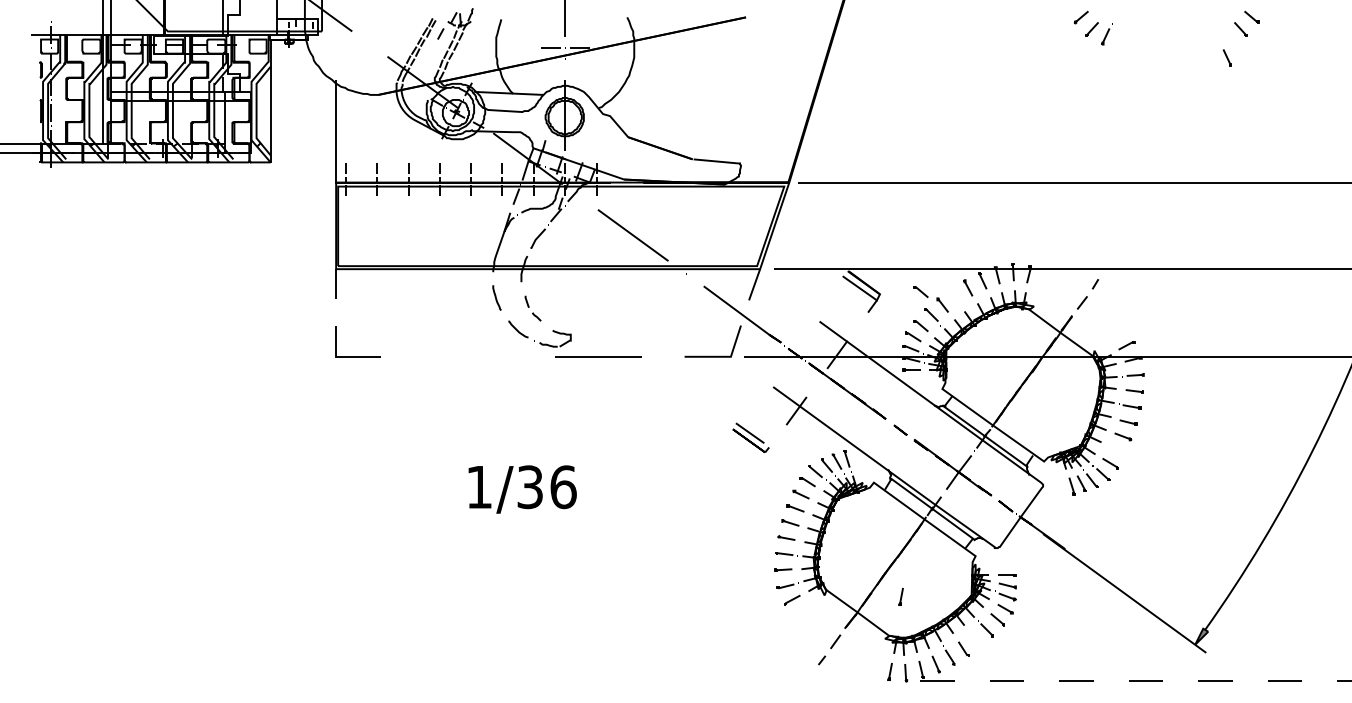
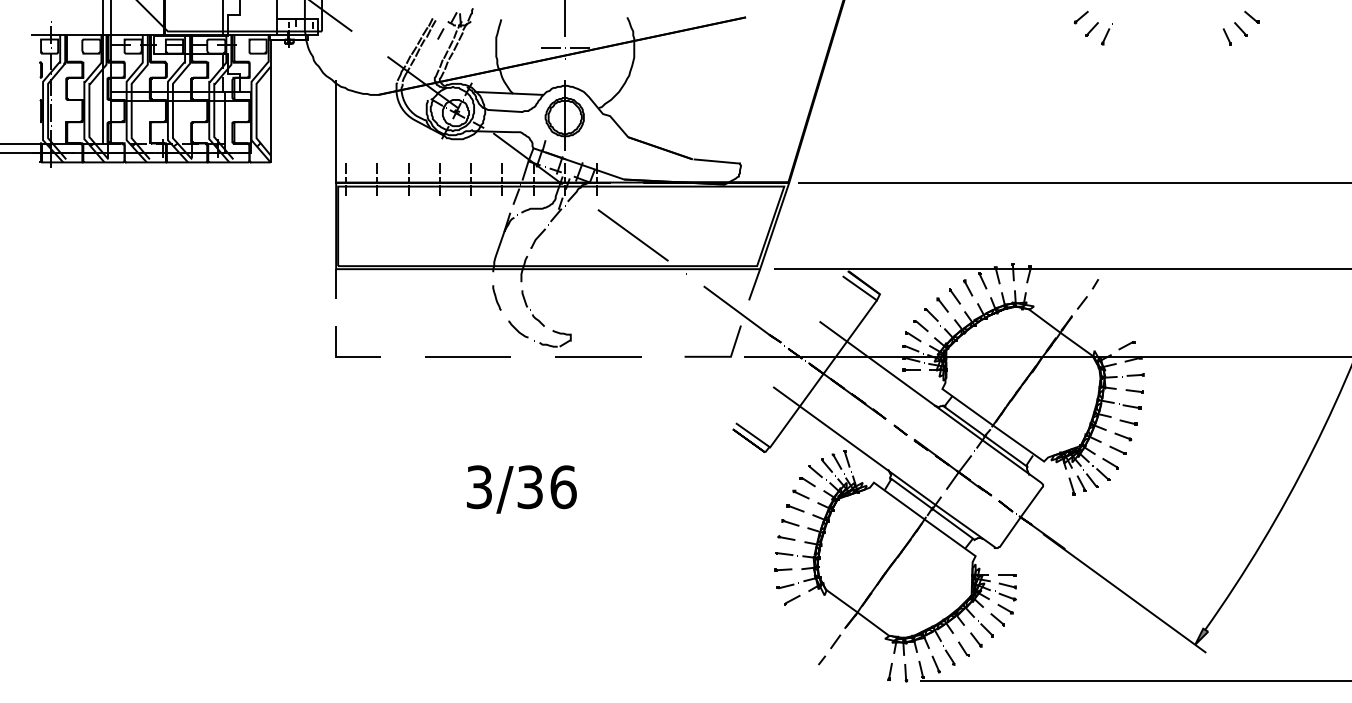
line at (1226, 57) position: (1226, 57) -> (1226, 36)
part at (920, 292): present -> none
line at (955, 296): none -> present
part at (532, 308) size: 18x27 px -> 24x37 px
line at (467, 356): none -> present
line at (811, 390): dashed -> solid
line at (1117, 449): none -> present
text at (479, 487): 1/36 -> 3/36
line at (900, 596): present -> none
part at (976, 639): none -> present
line at (1136, 681): dashed -> solid
